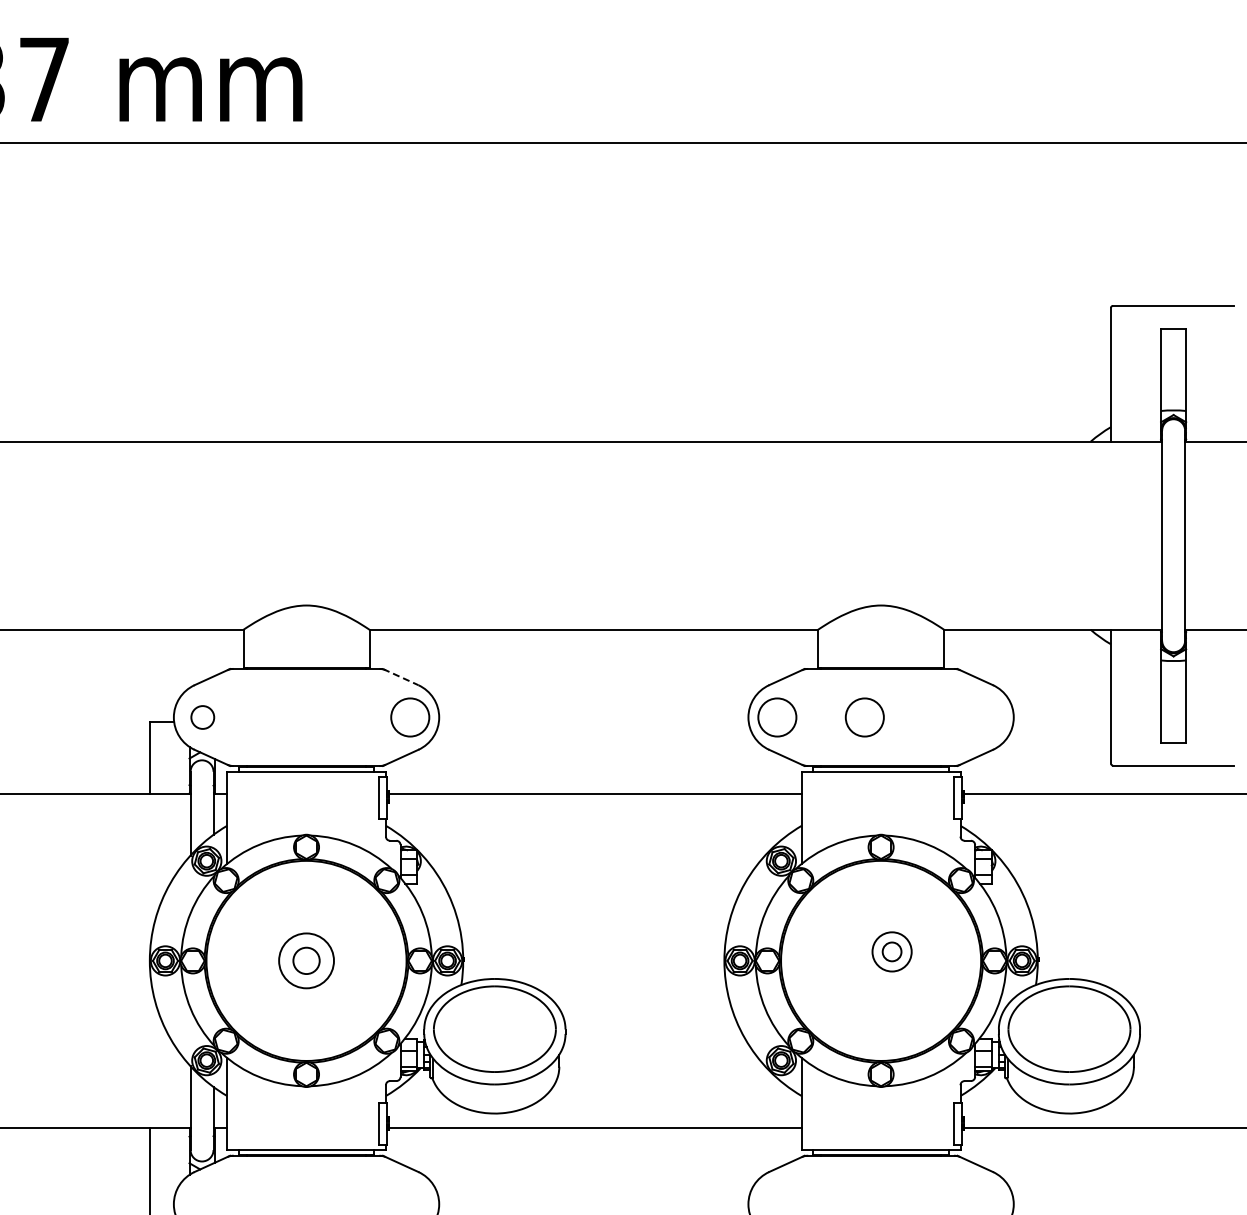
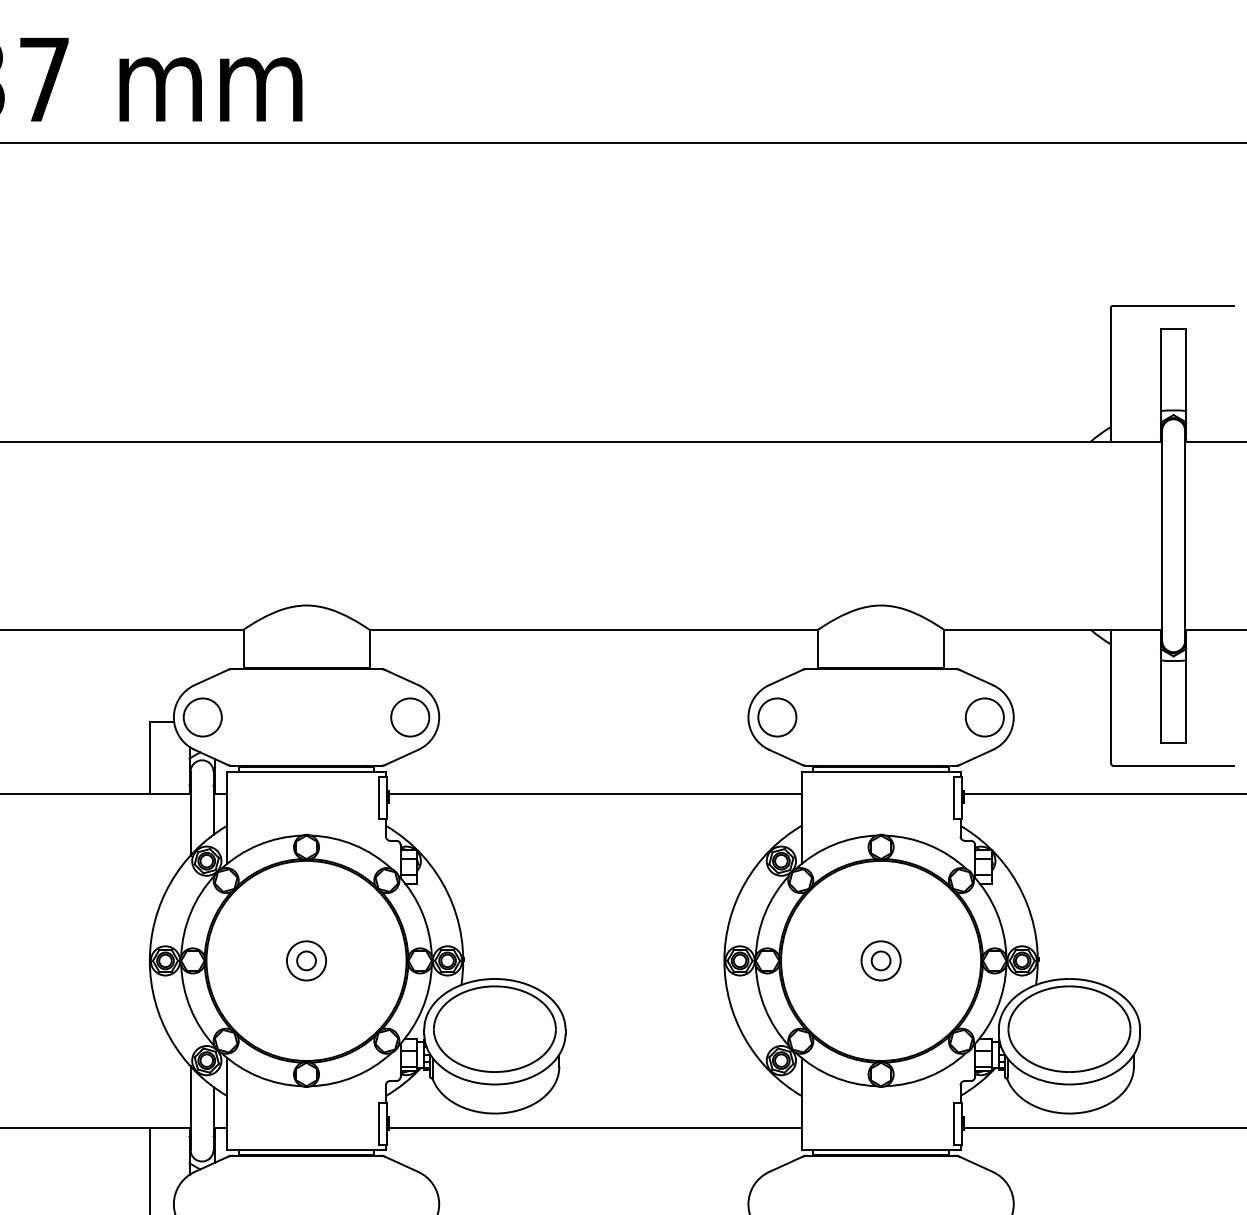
line at (401, 677): dashed -> solid
circle at (202, 717) diameter: 23 px -> 38 px
circle at (864, 717) position: (864, 717) -> (984, 717)
part at (891, 951) position: (891, 951) -> (880, 960)
part at (306, 960) size: 57x58 px -> 41x42 px
